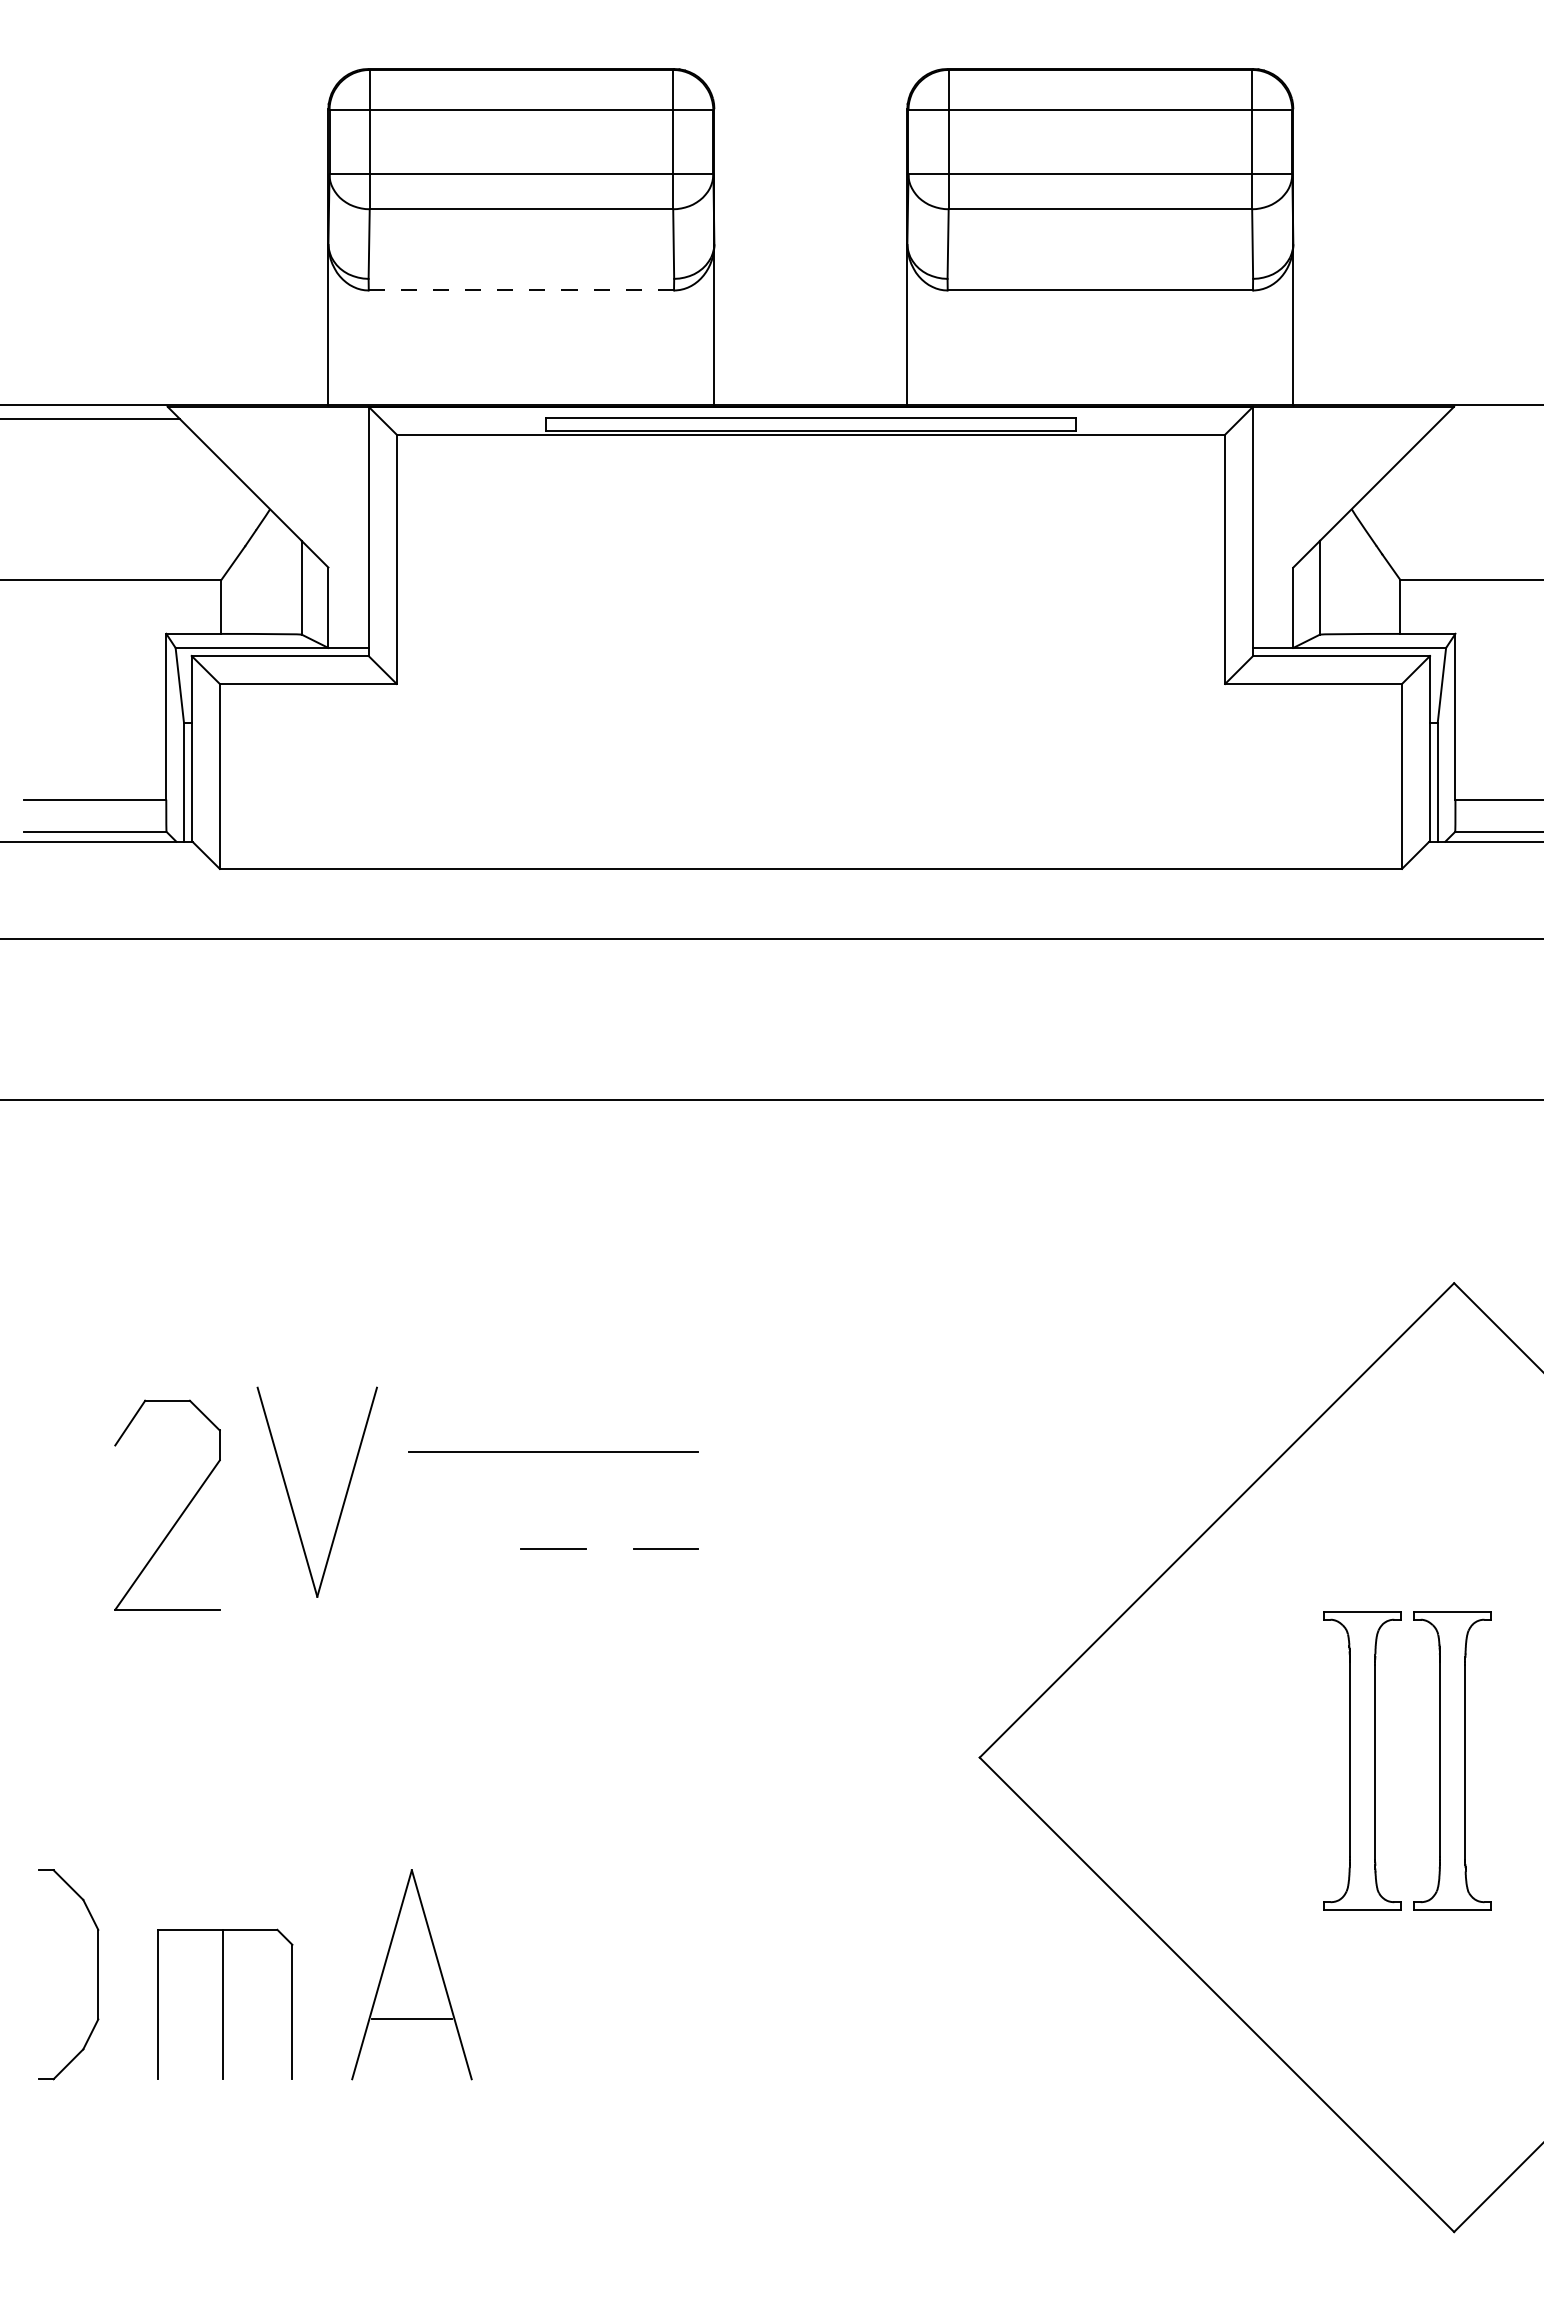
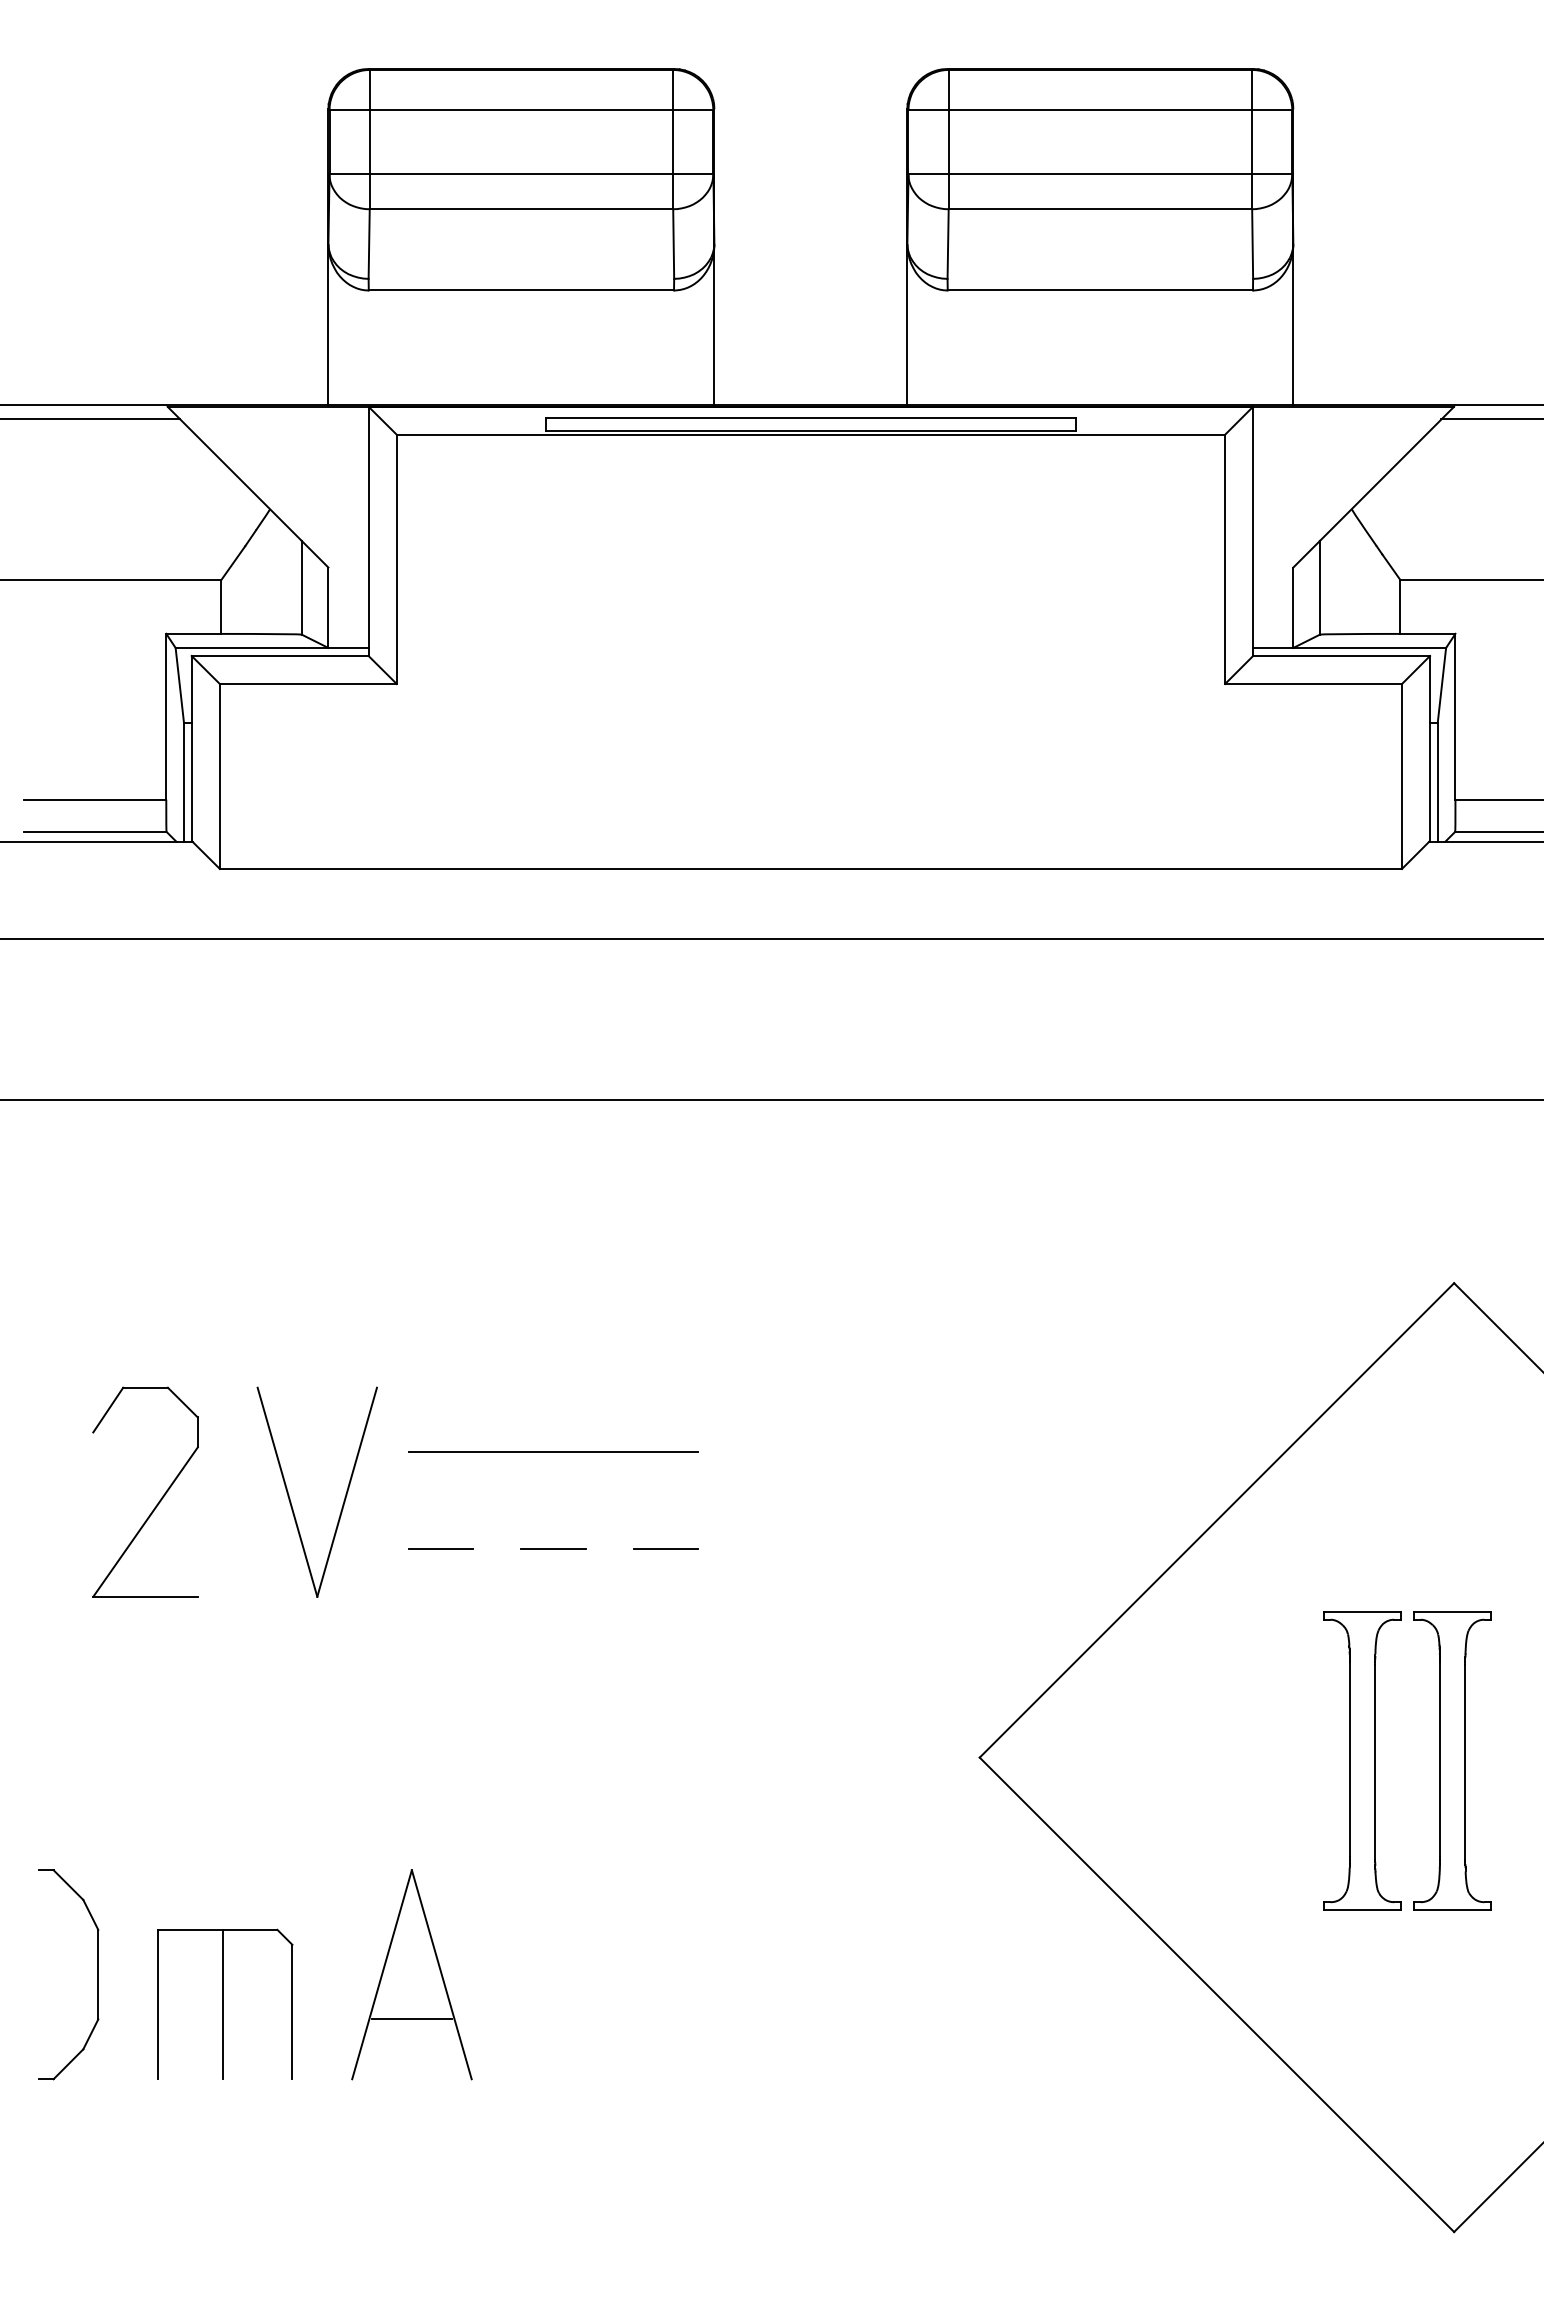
line at (521, 290): dashed -> solid
line at (1490, 419): none -> present
part at (180, 1514) position: (180, 1514) -> (158, 1501)
line at (440, 1548): none -> present
